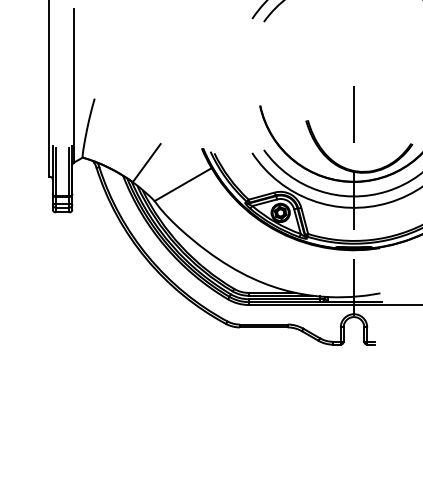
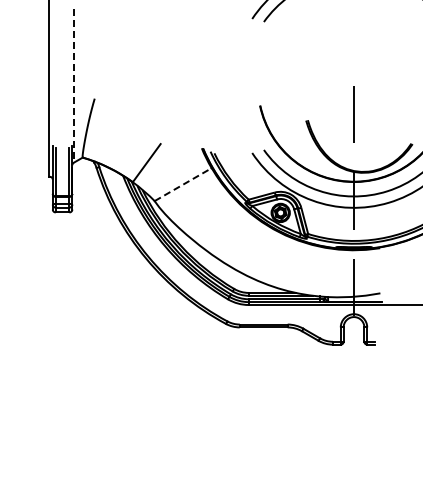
line at (73, 86): solid -> dashed
line at (183, 184): solid -> dashed
